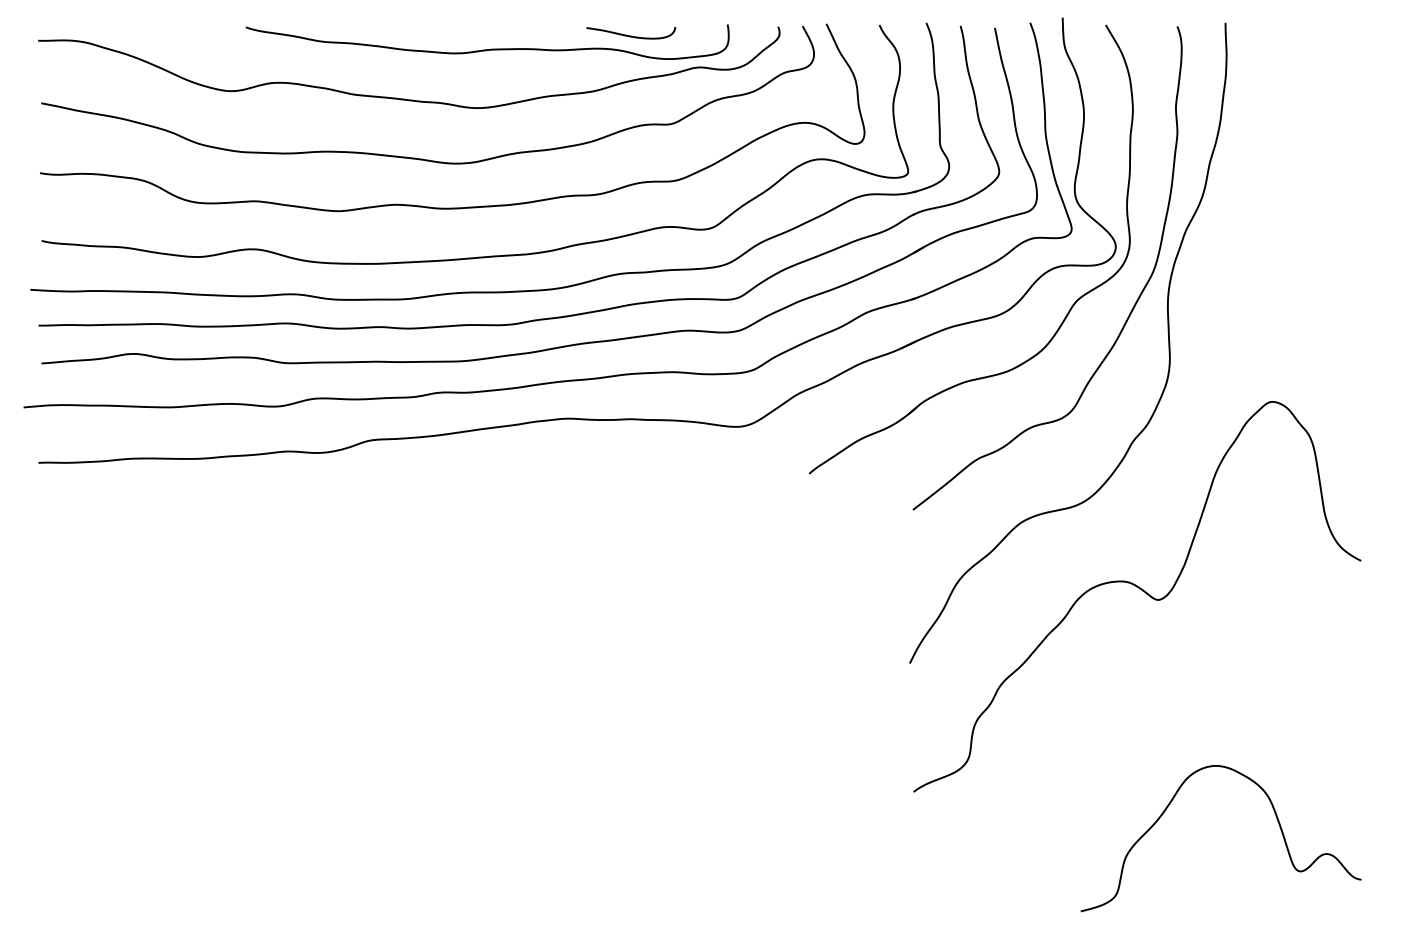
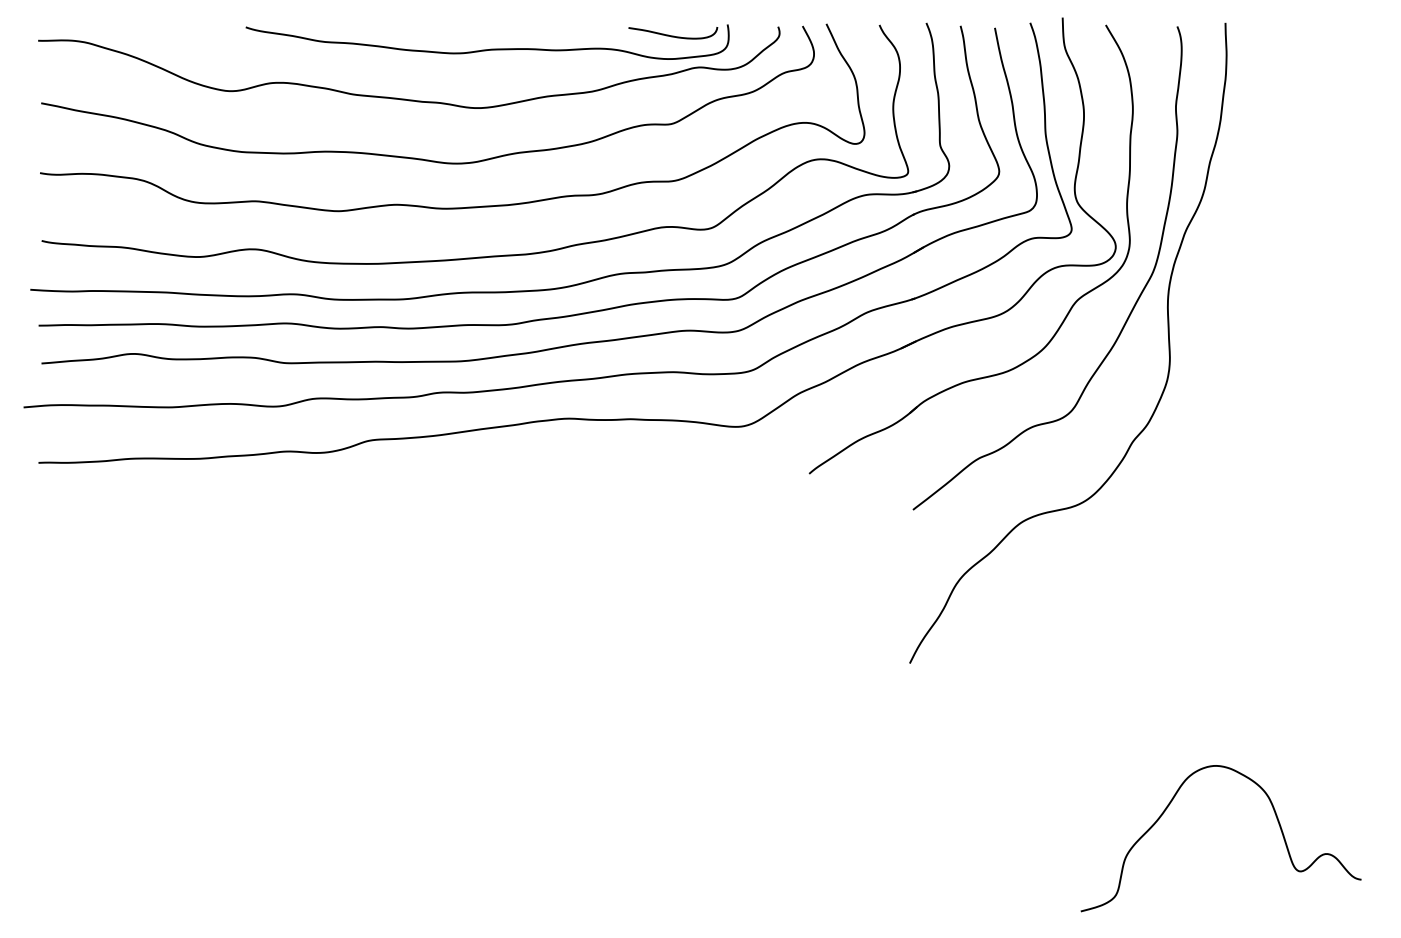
curve at (631, 35) position: (631, 35) -> (673, 35)
curve at (1142, 591): present -> none
